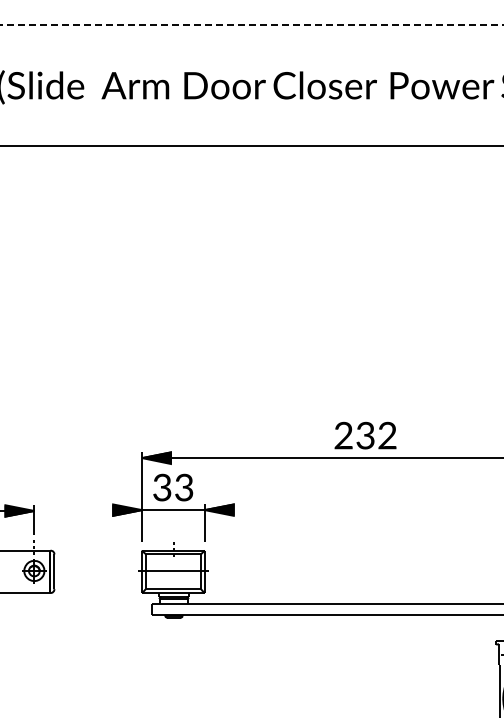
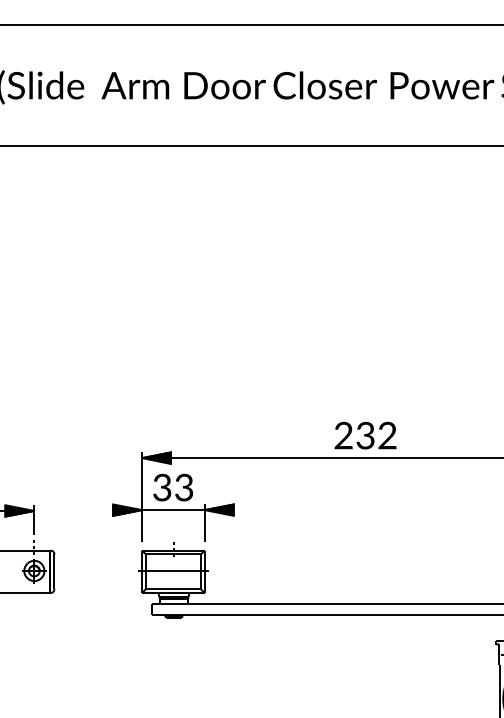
line at (251, 24): dashed -> solid
